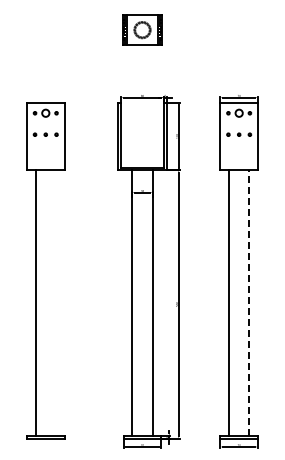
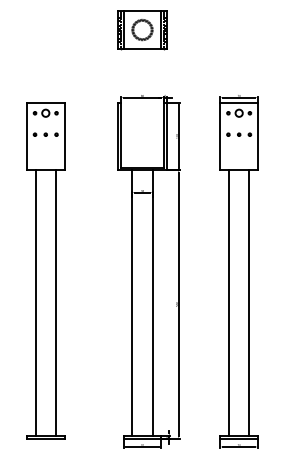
part at (142, 29) size: 41x32 px -> 51x41 px
line at (56, 303): none -> present
line at (249, 303): dashed -> solid
